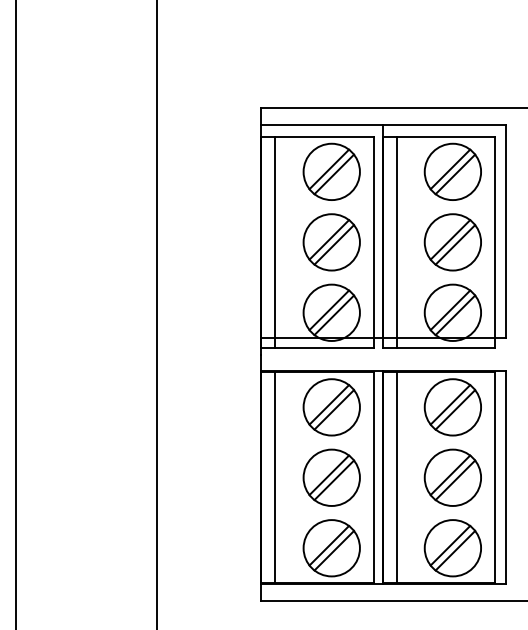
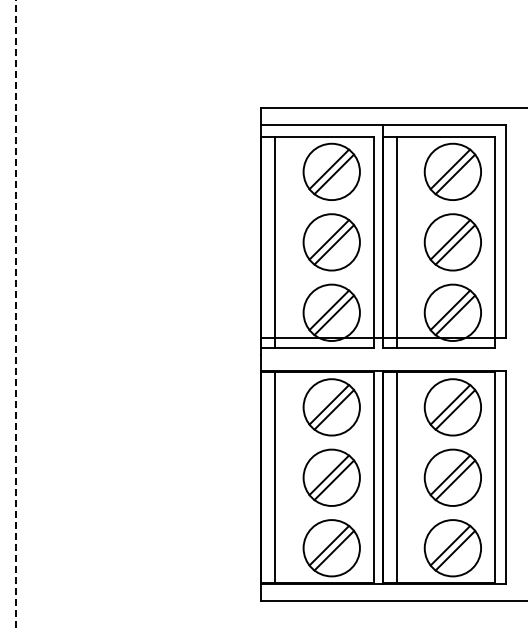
line at (156, 314): present -> none
line at (15, 315): solid -> dashed
